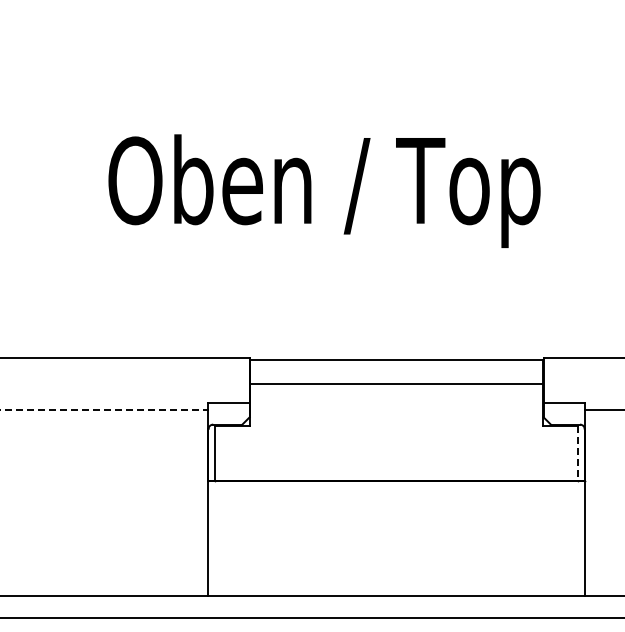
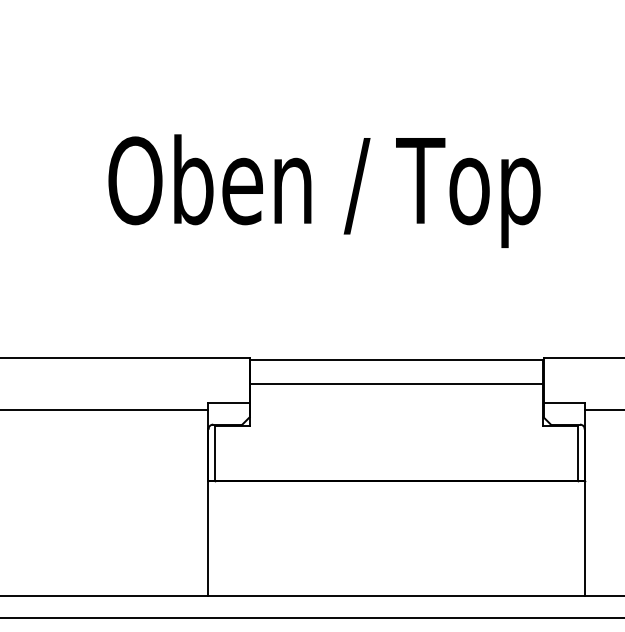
line at (104, 410): dashed -> solid
line at (577, 453): dashed -> solid
